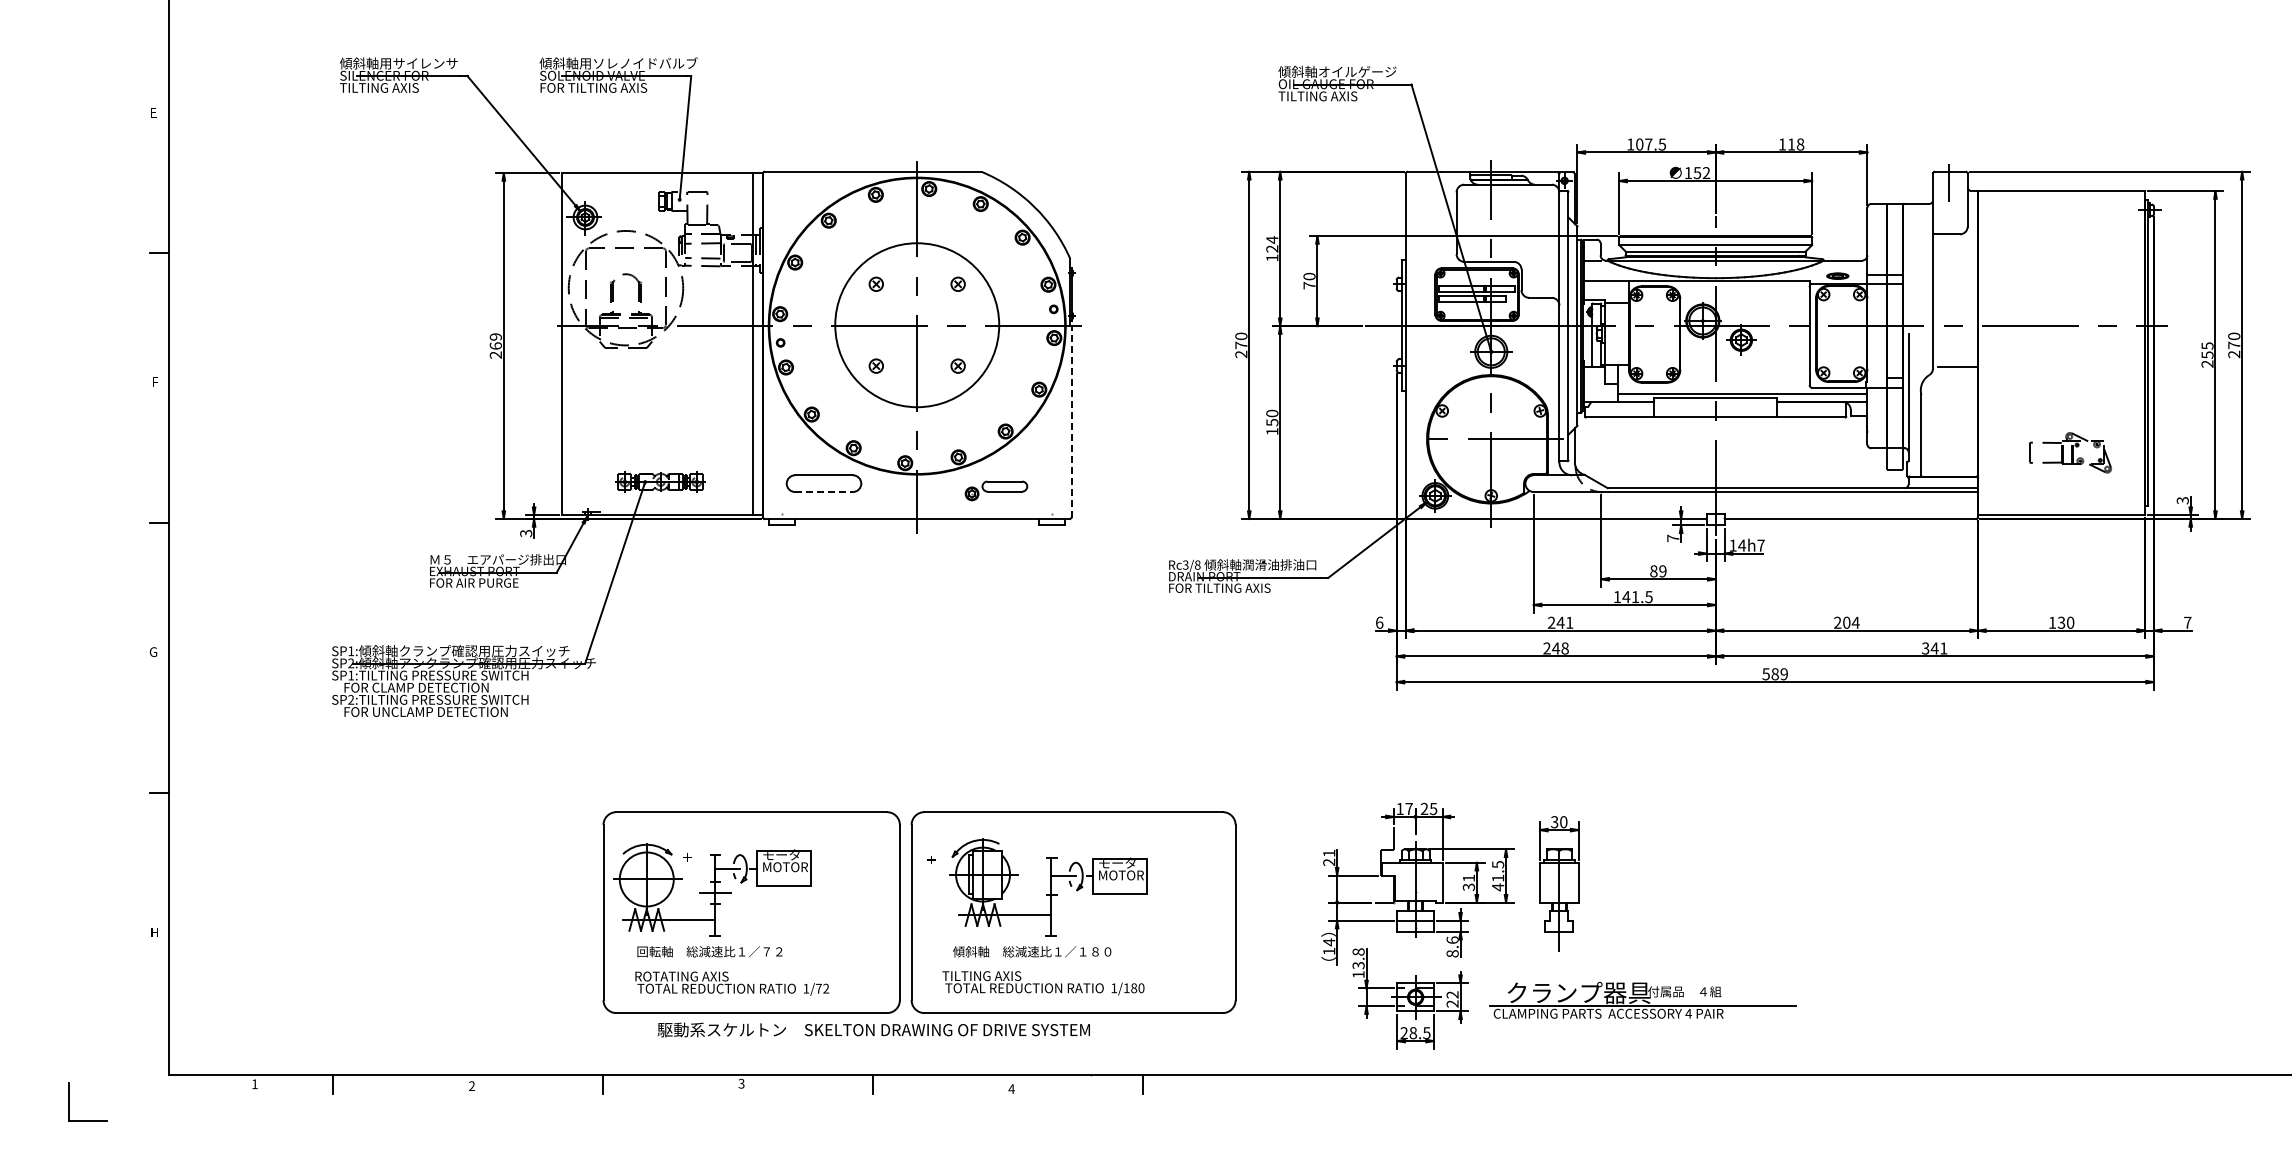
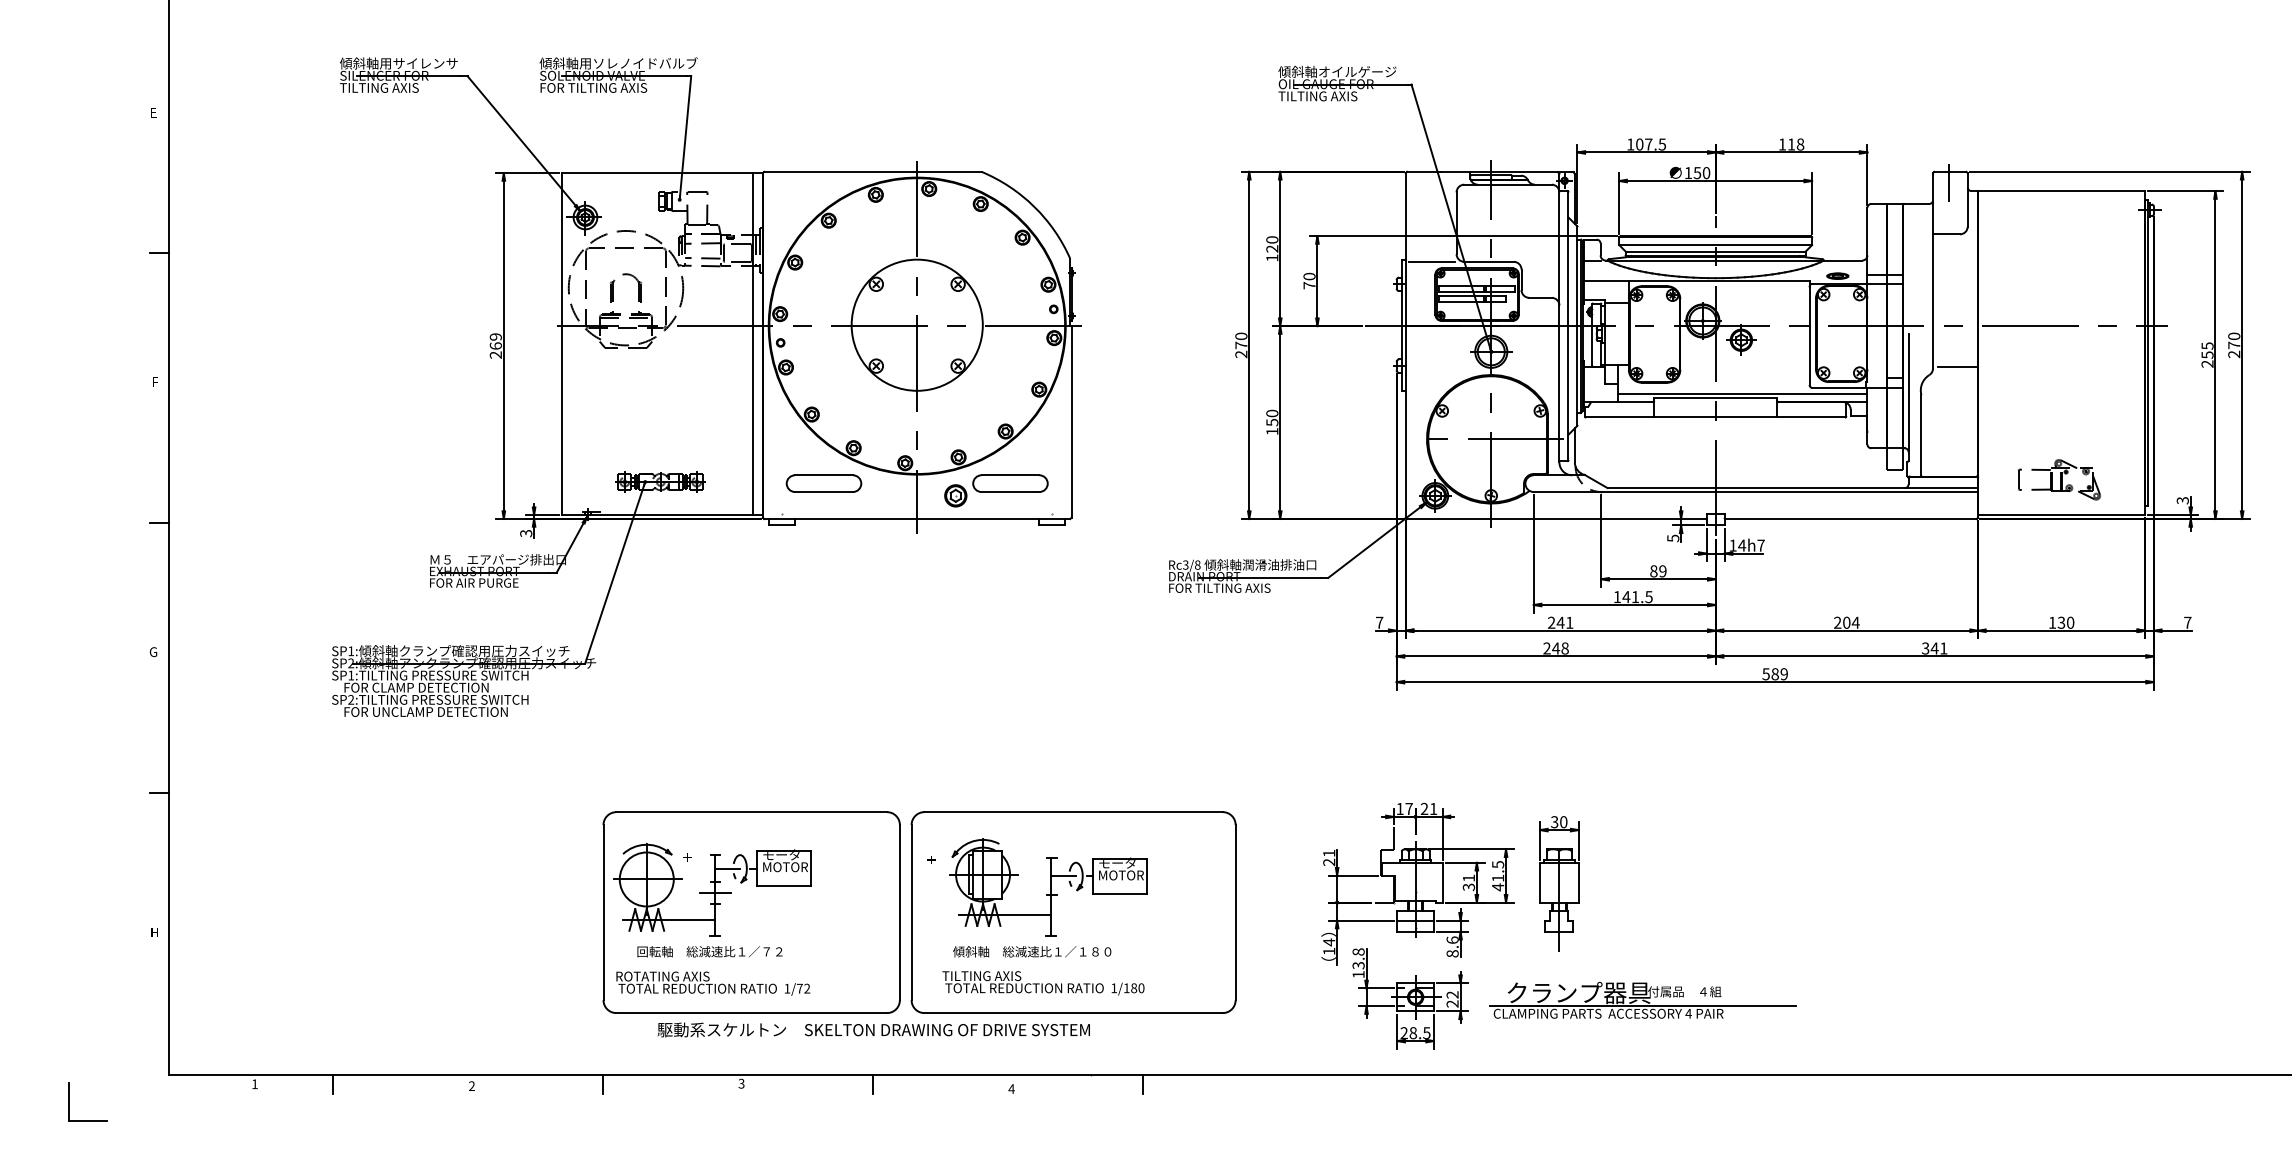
text at (1706, 173): 152 -> 150
text at (1272, 240): 124 -> 120
line at (1432, 261): none -> present
circle at (917, 325) diameter: 164 px -> 131 px
line at (1071, 421): dashed -> solid
part at (2070, 452) position: (2070, 452) -> (2059, 479)
part at (996, 490) size: 65x22 px -> 105x34 px
line at (824, 492): dashed -> solid
text at (1673, 538): 7 -> 5
text at (1379, 622): 6 -> 7
text at (1433, 809): 25 -> 21
text at (732, 983) position: (732, 983) -> (713, 983)
